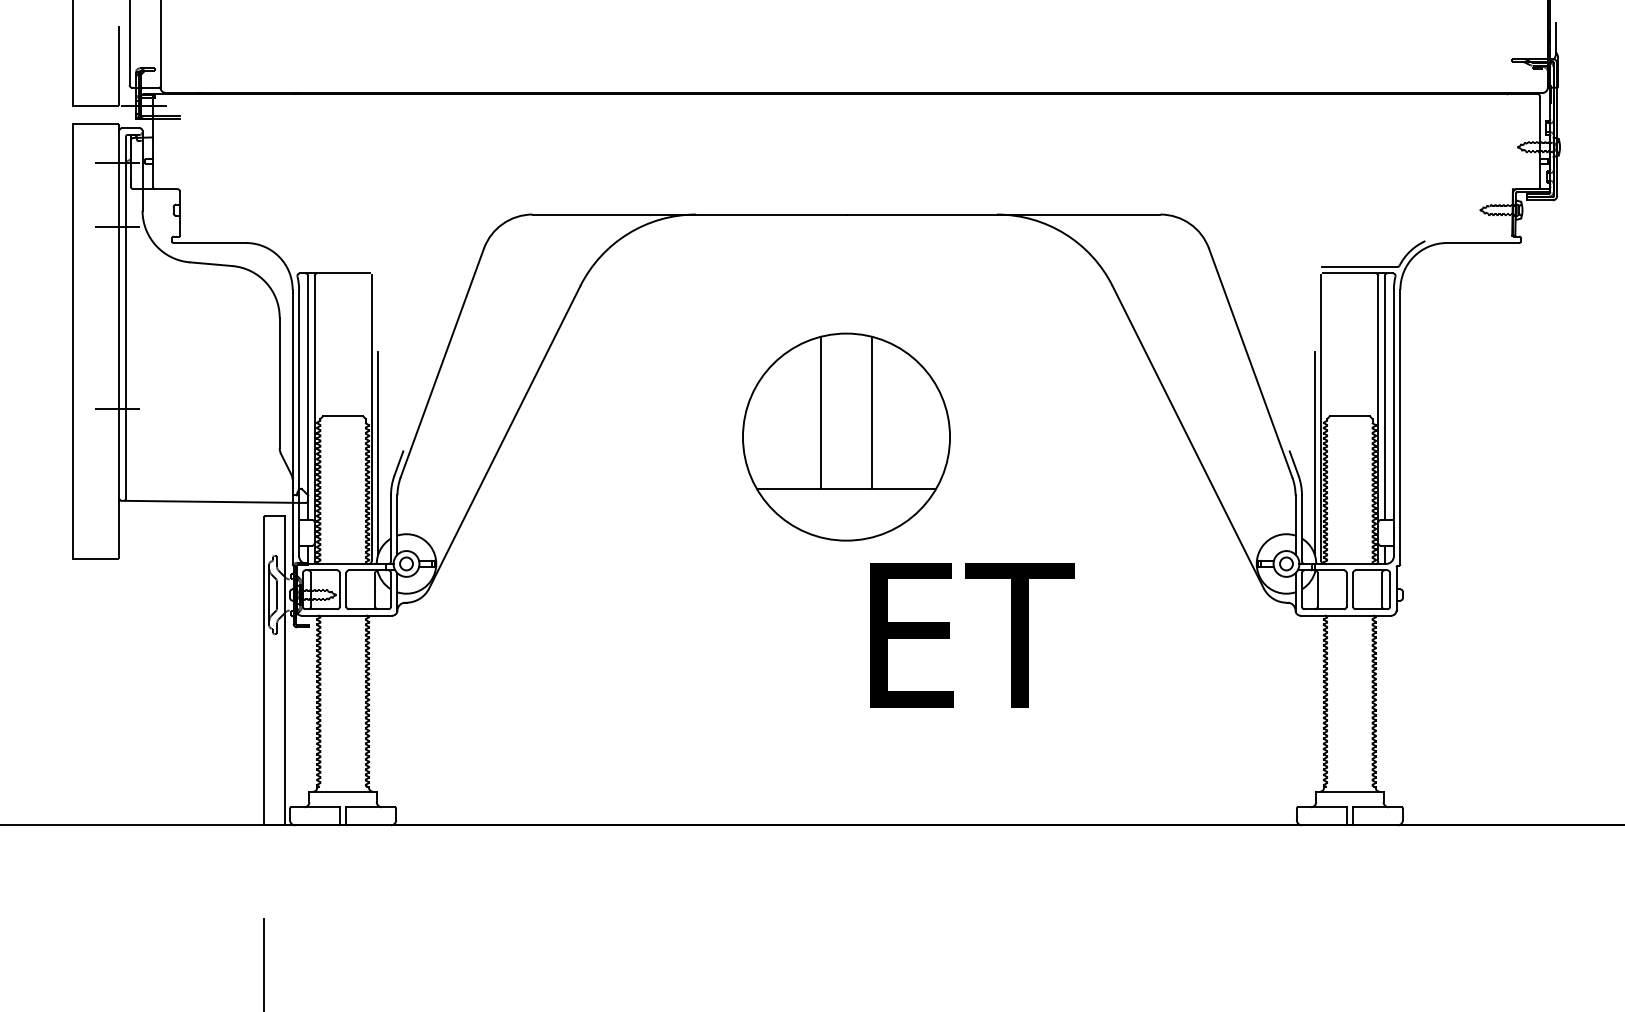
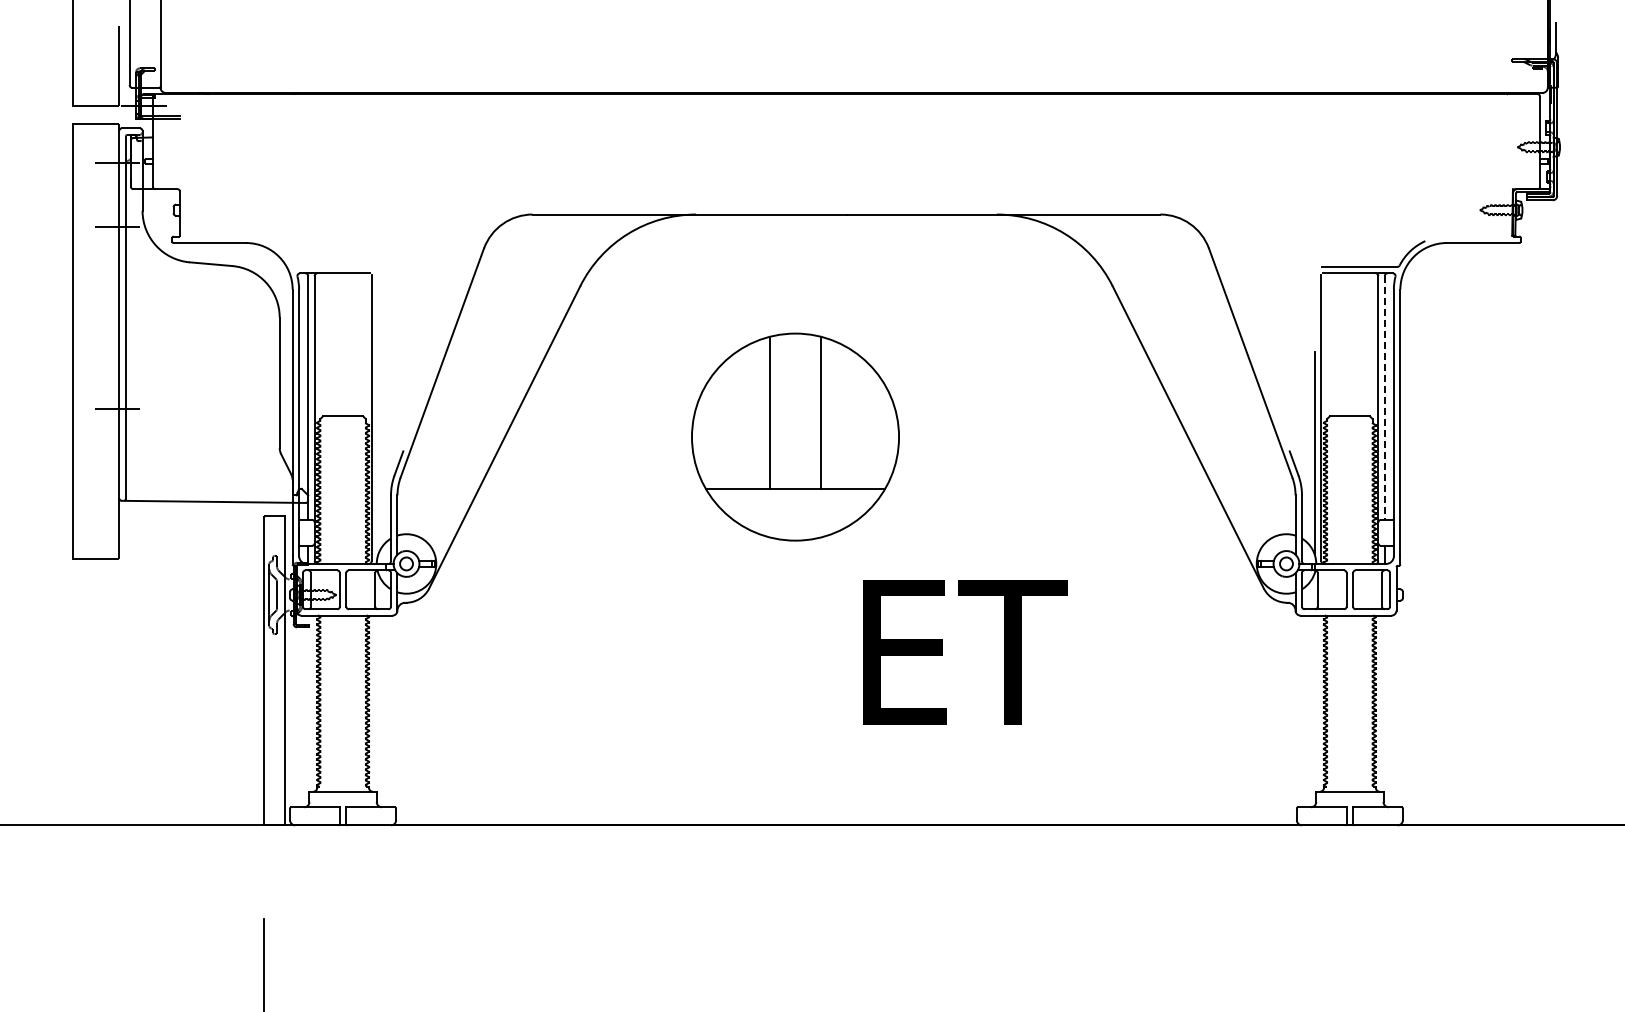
line at (1384, 397): solid -> dashed
part at (846, 436) position: (846, 436) -> (795, 436)
line at (378, 453): present -> none
text at (972, 635) position: (972, 635) -> (965, 652)
